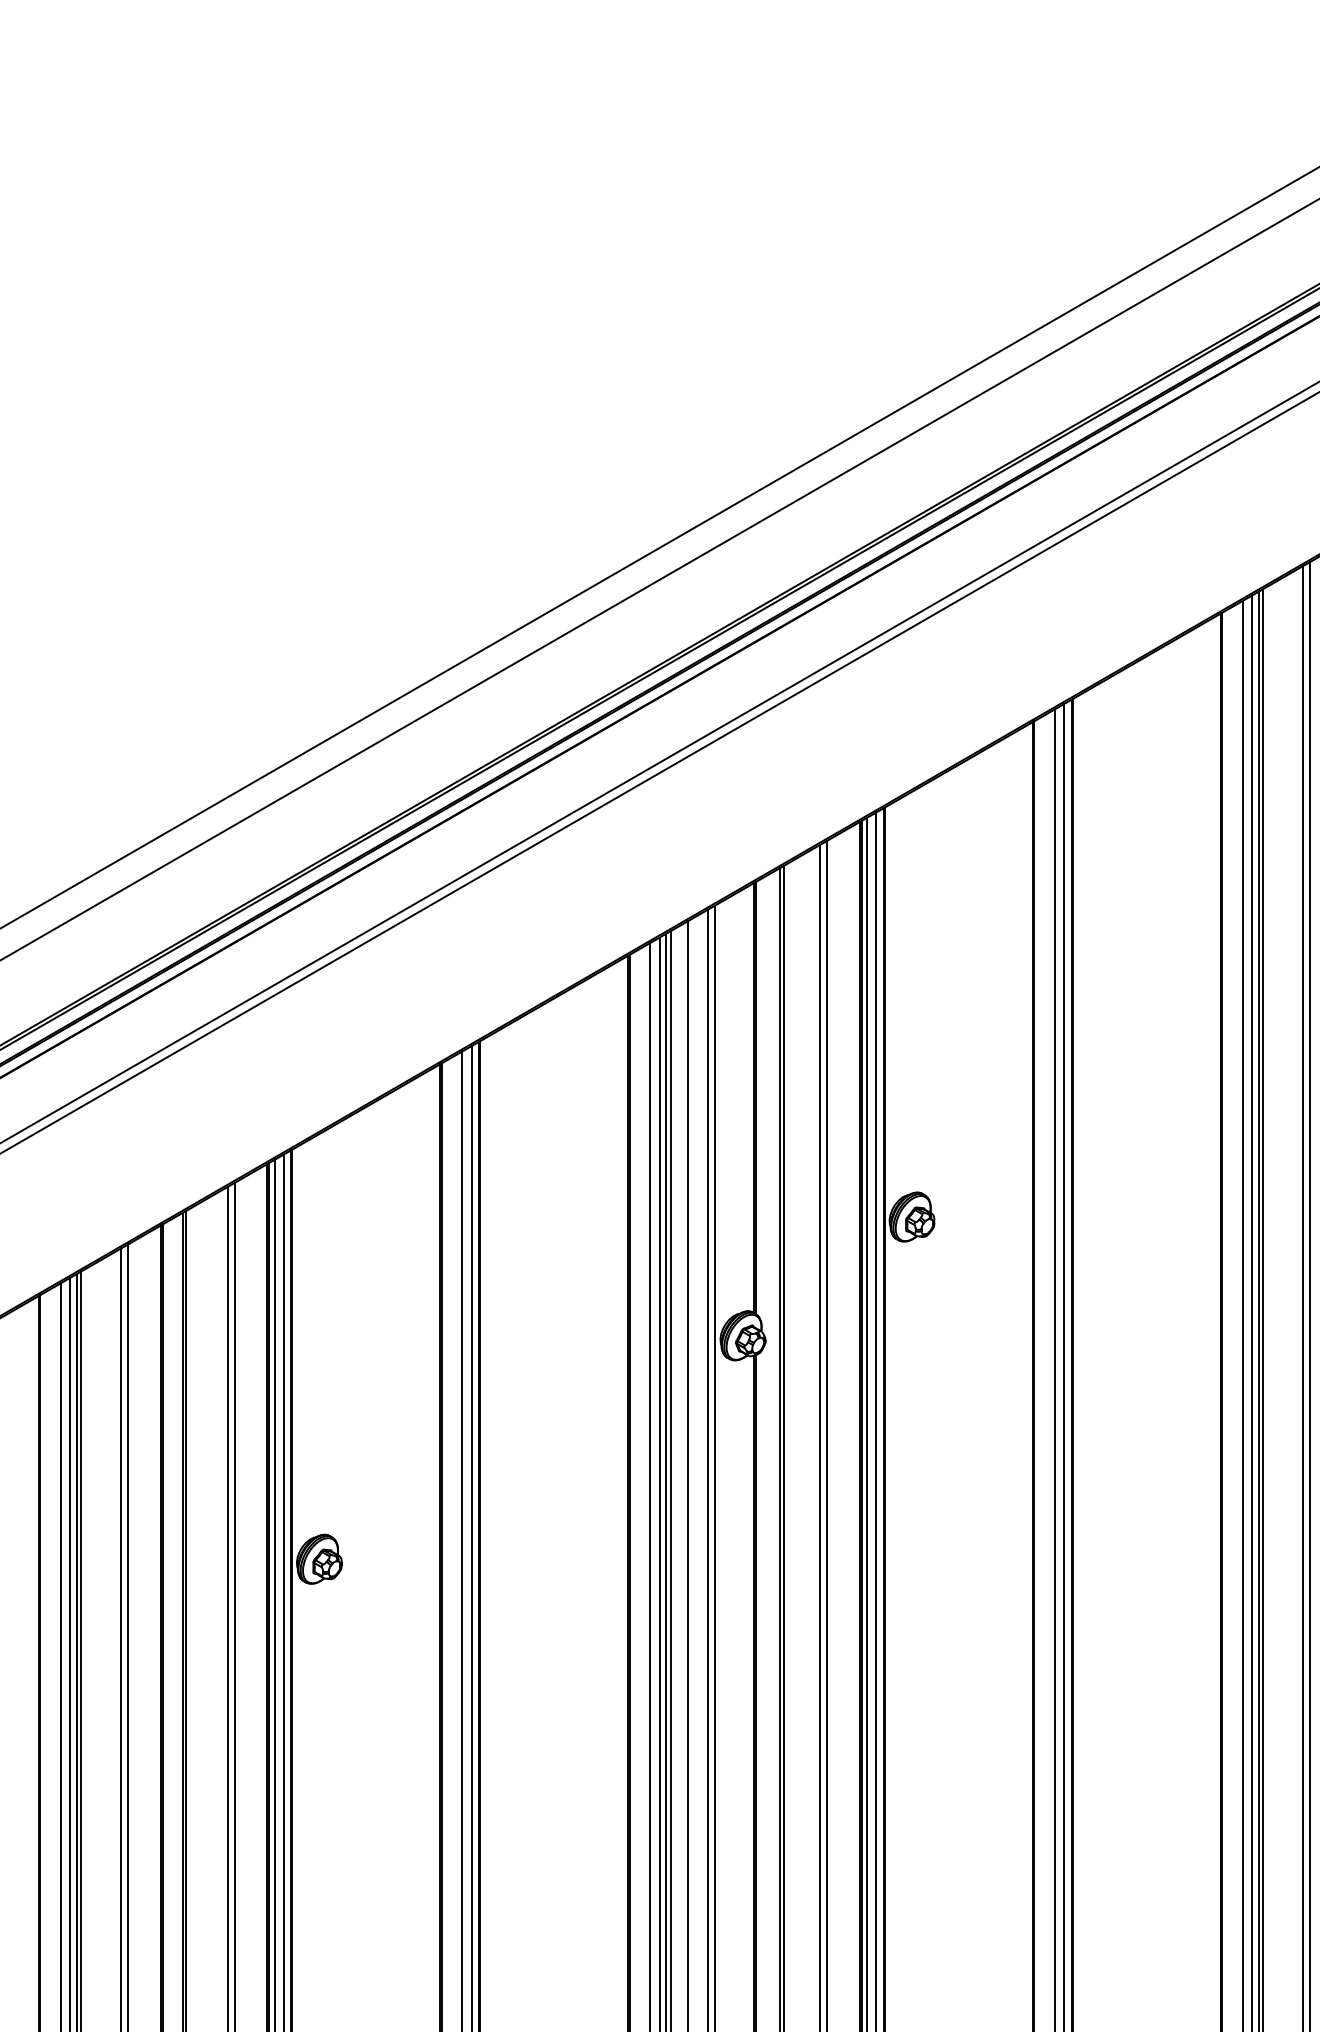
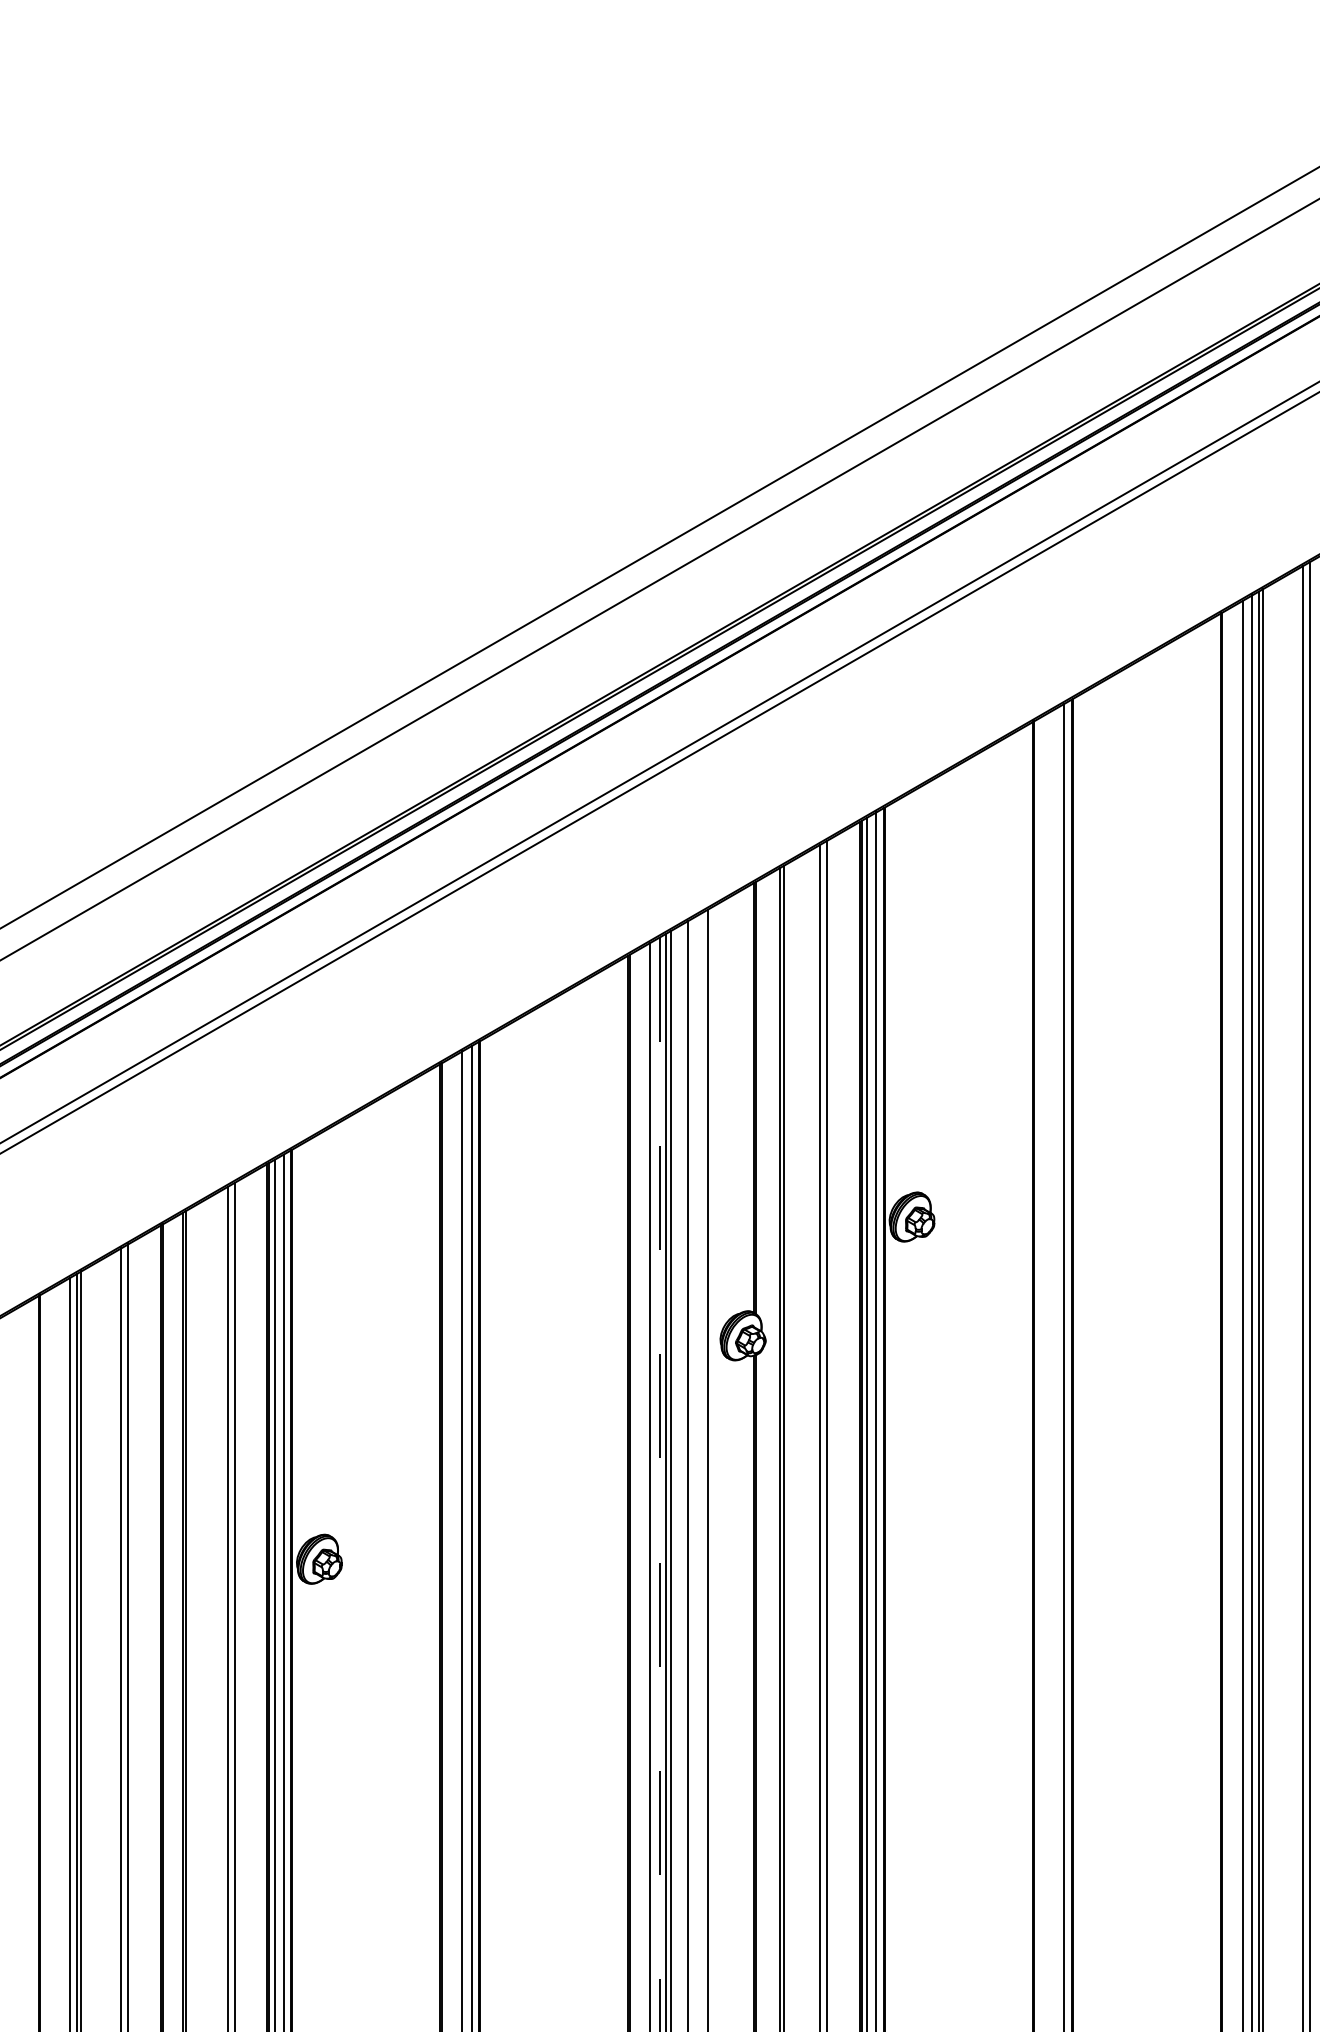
line at (1055, 1368): present -> none
line at (714, 1466): present -> none
line at (659, 1484): solid -> dashed
line at (61, 1655): present -> none
